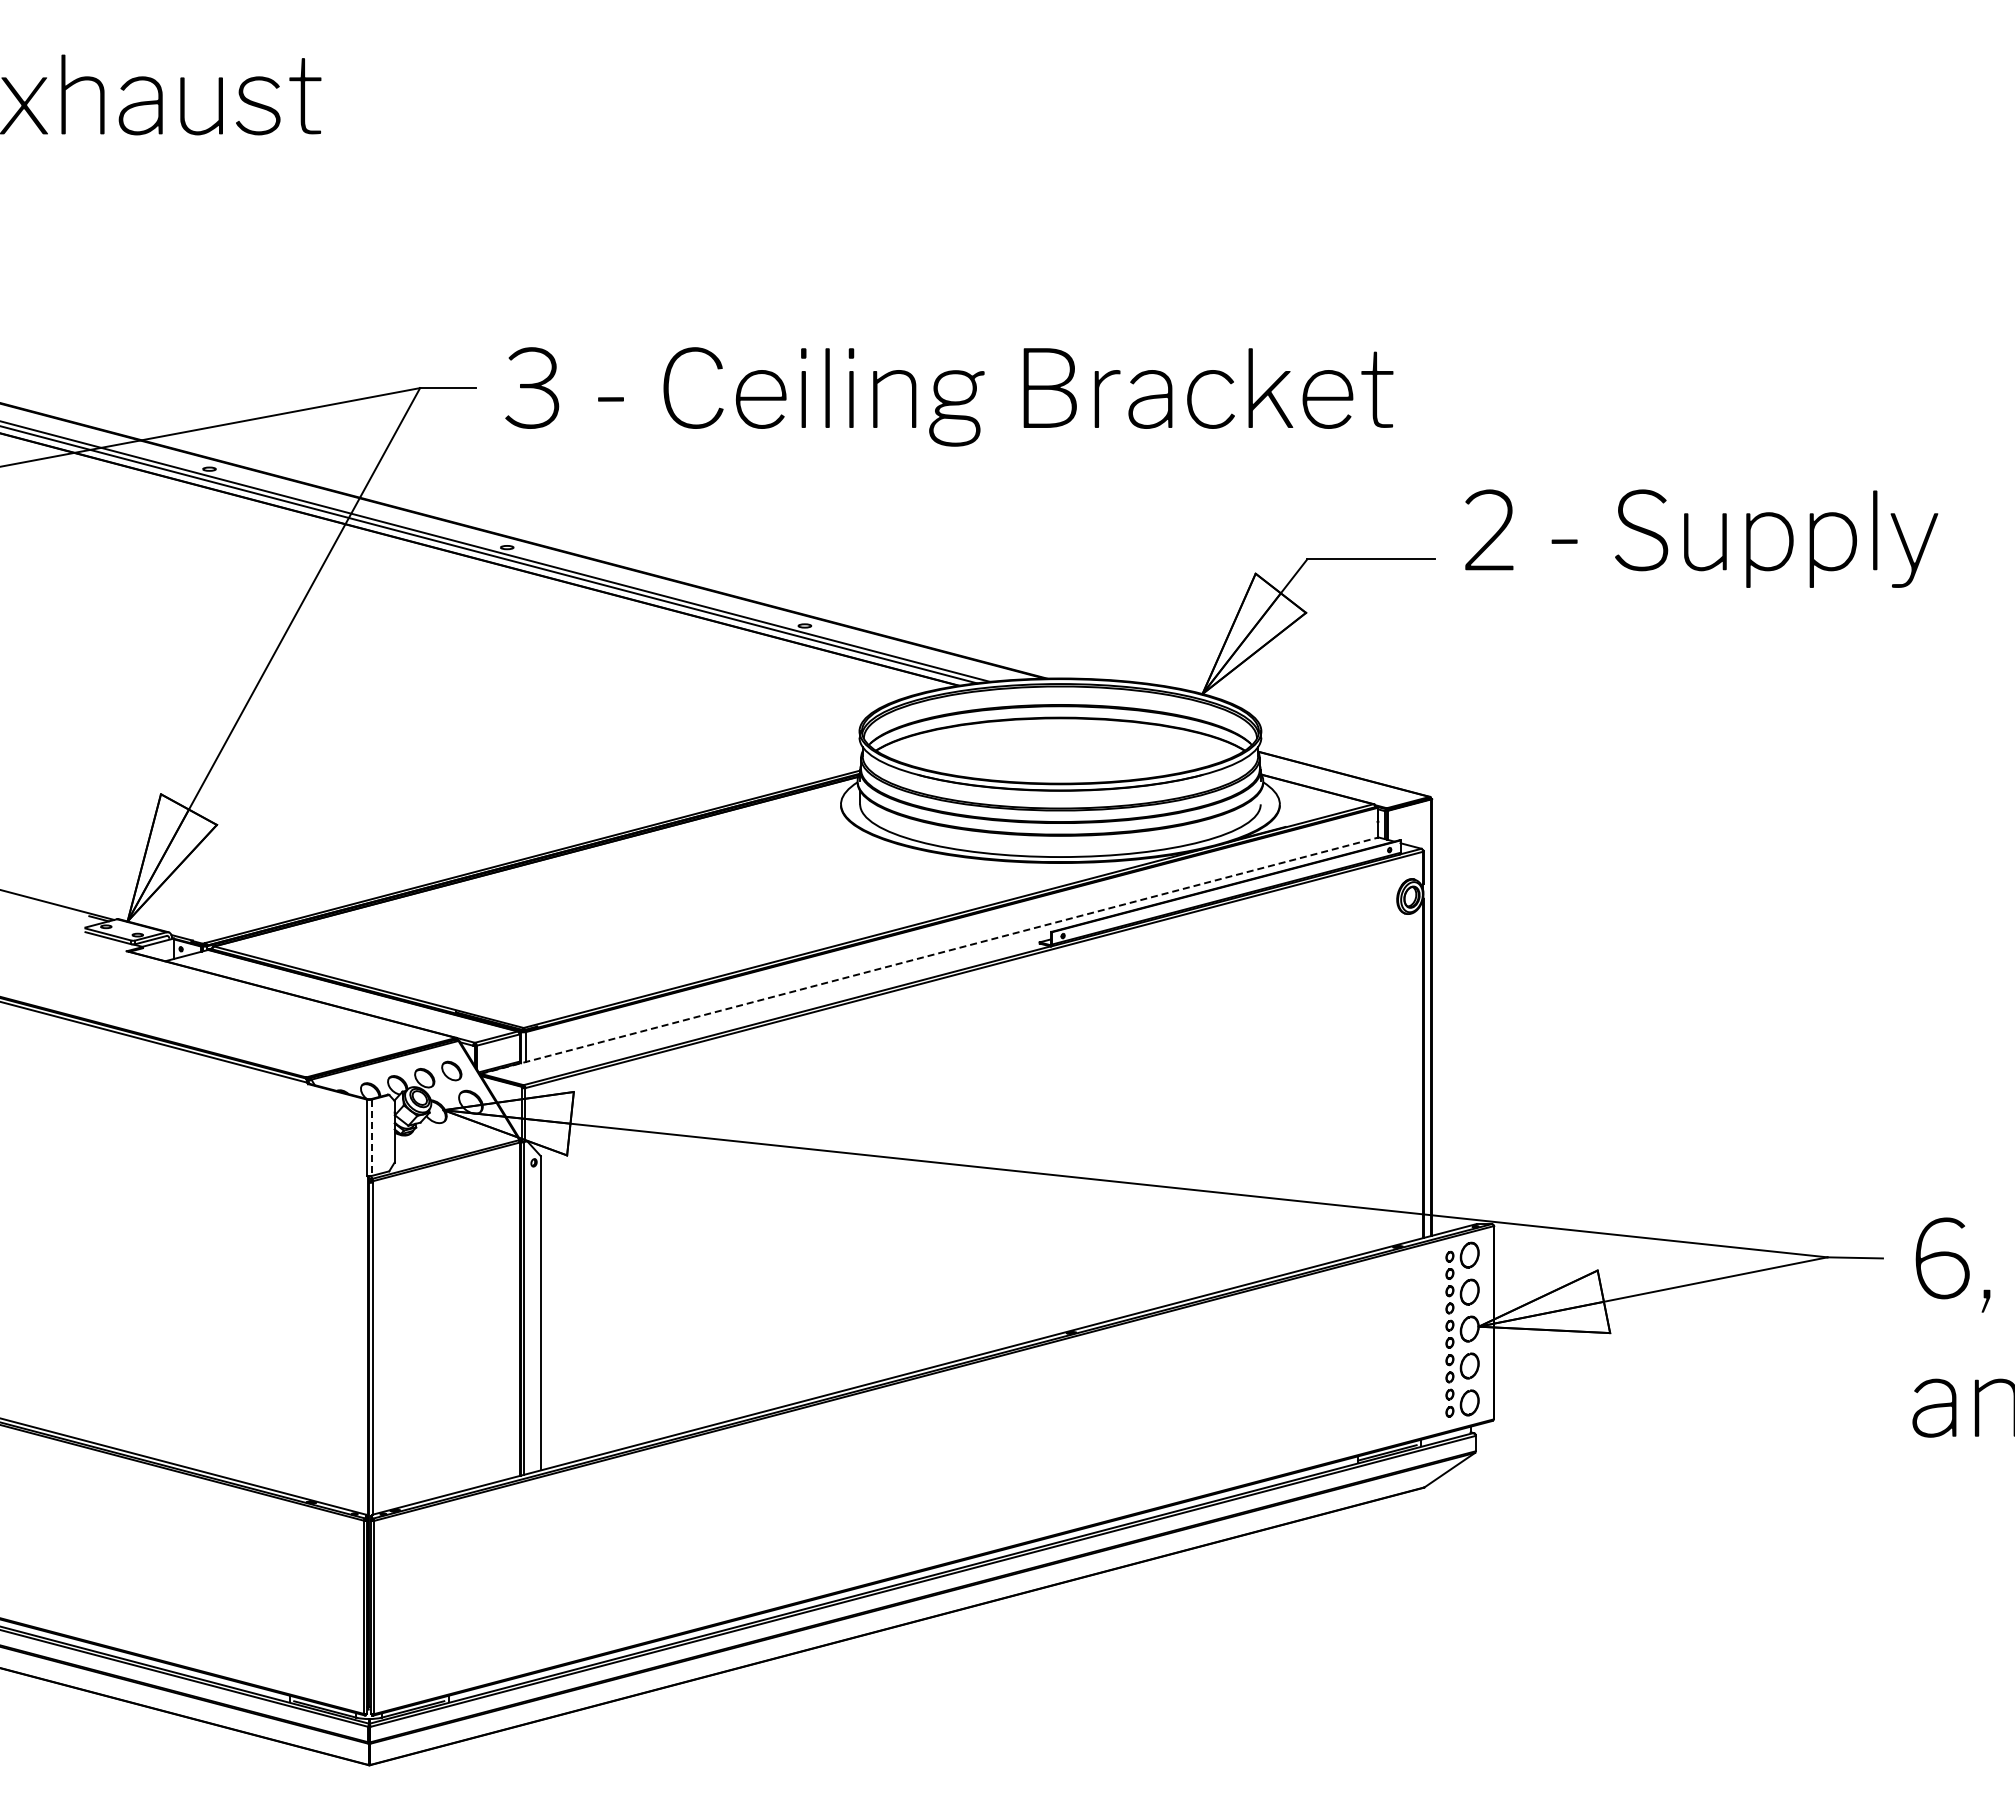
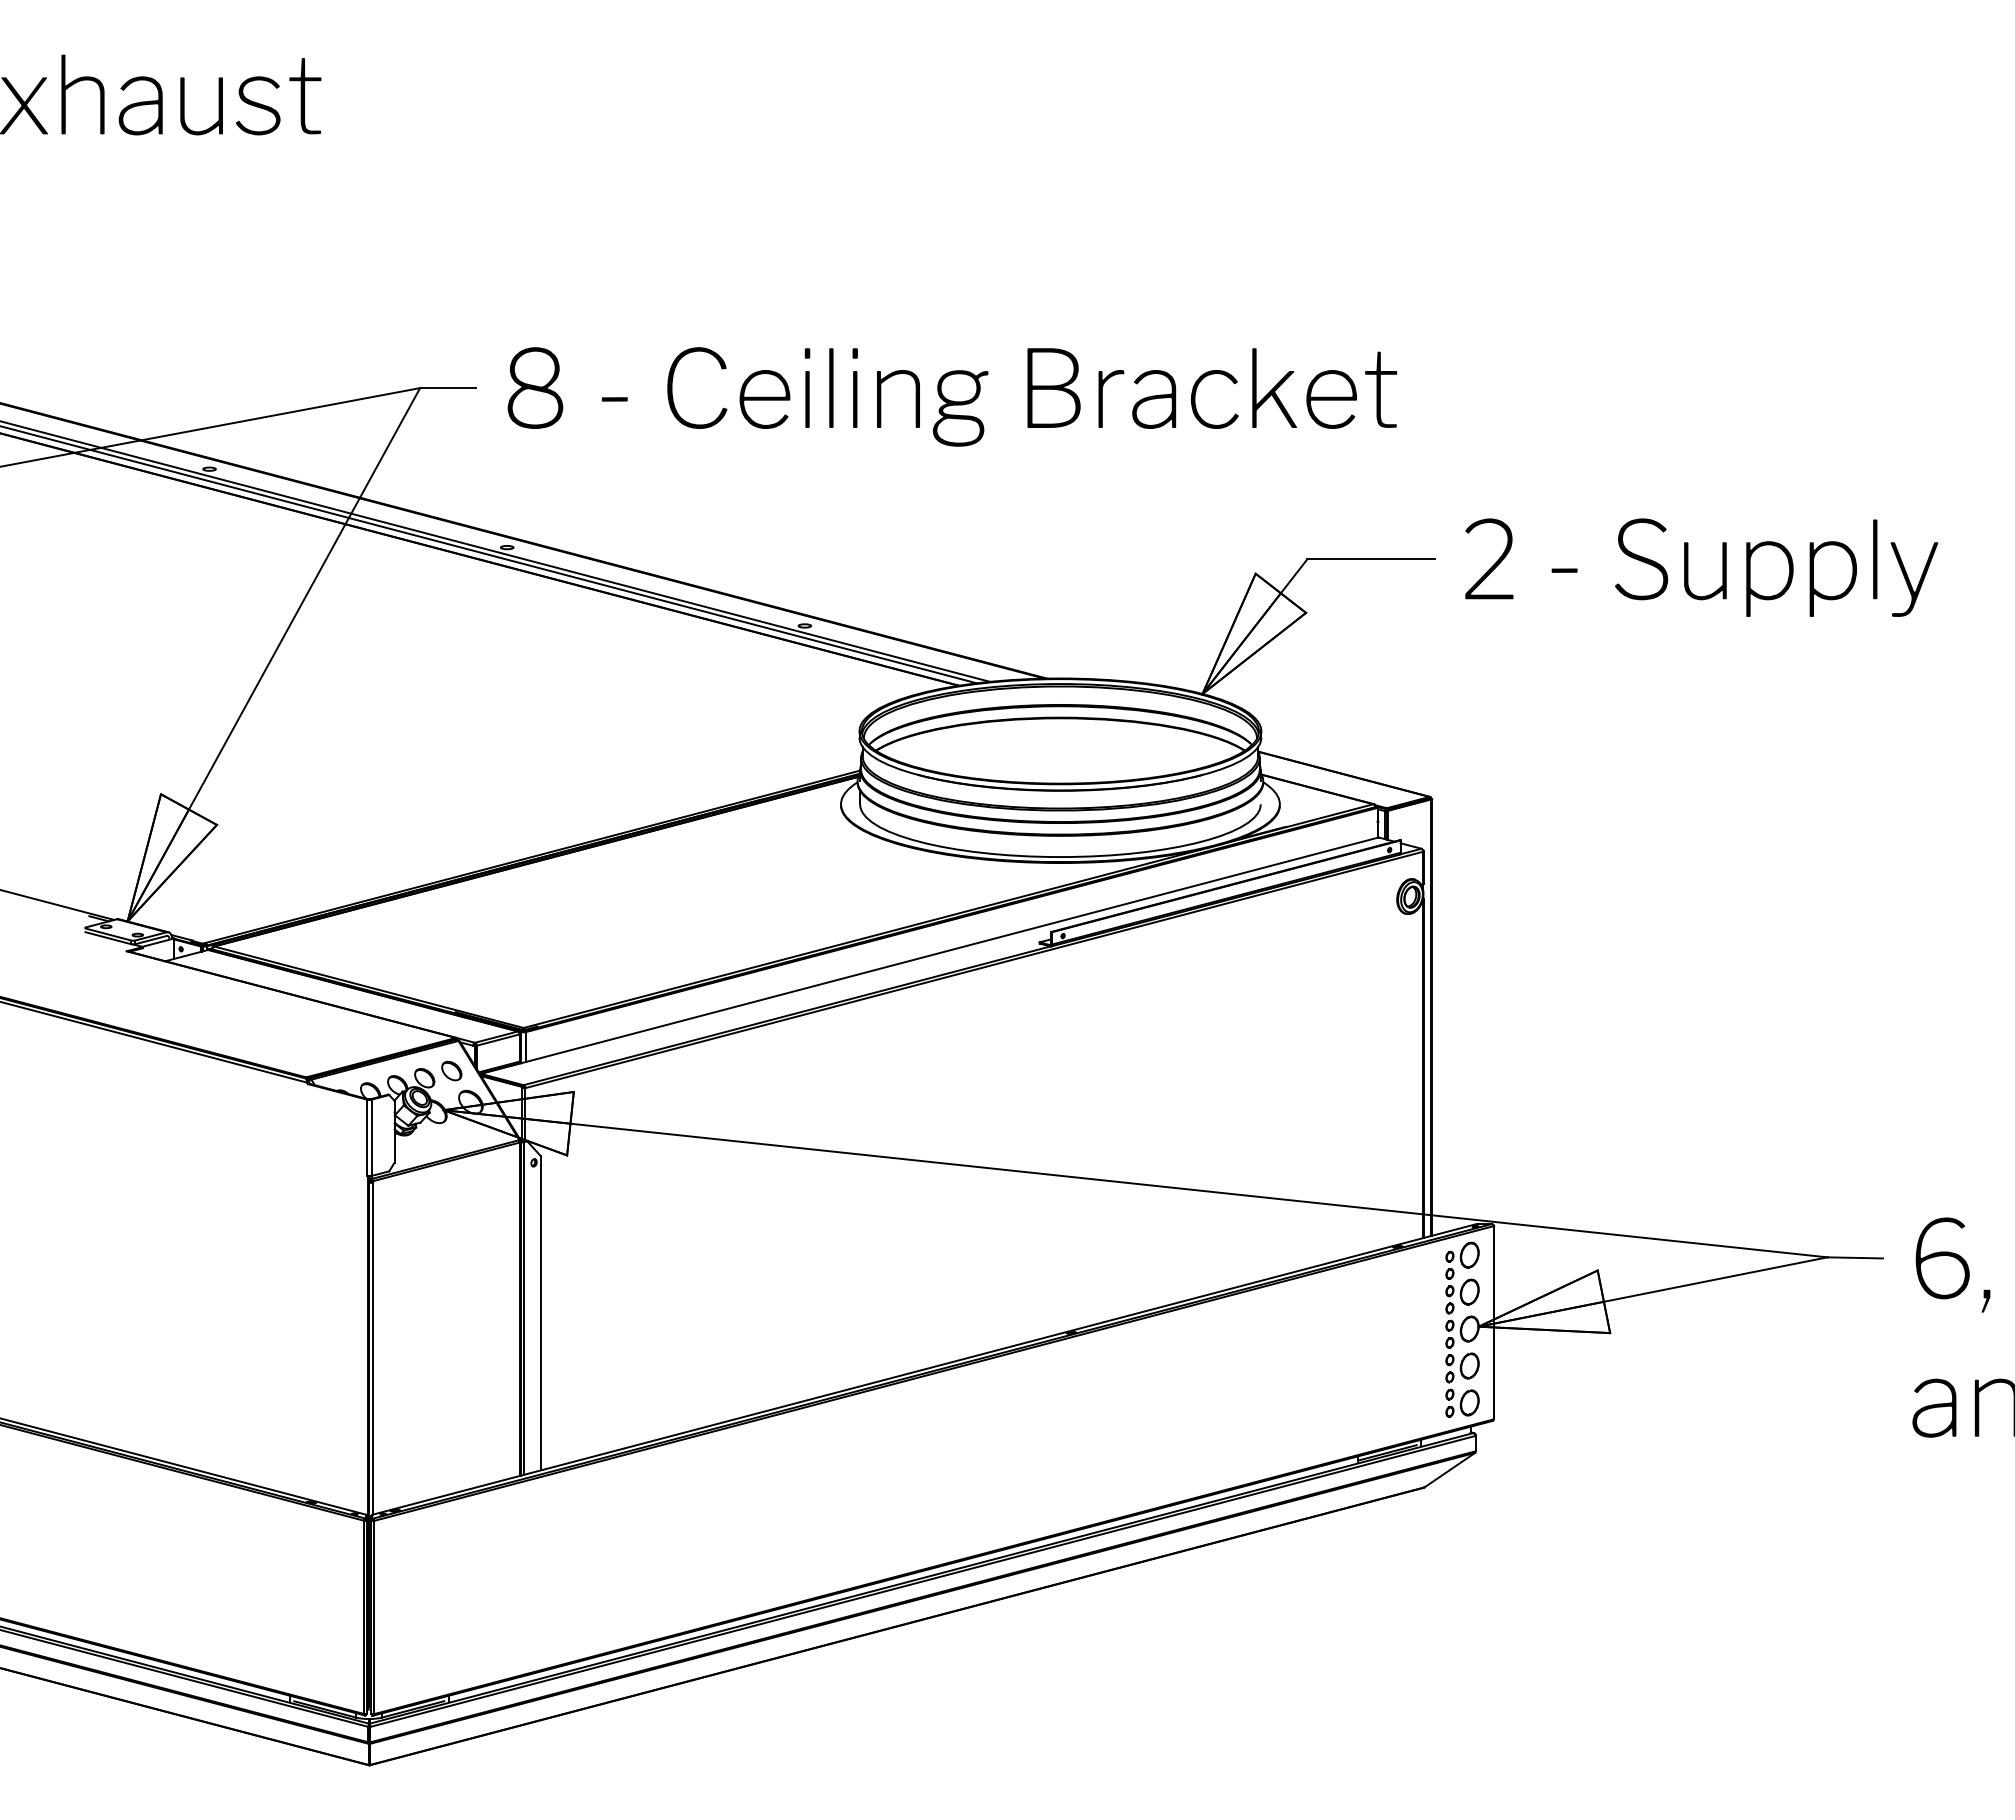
text at (951, 396): 3 -> 8
text at (1701, 538) position: (1701, 538) -> (1701, 567)
line at (930, 955): dashed -> solid
line at (371, 1138): dashed -> solid
